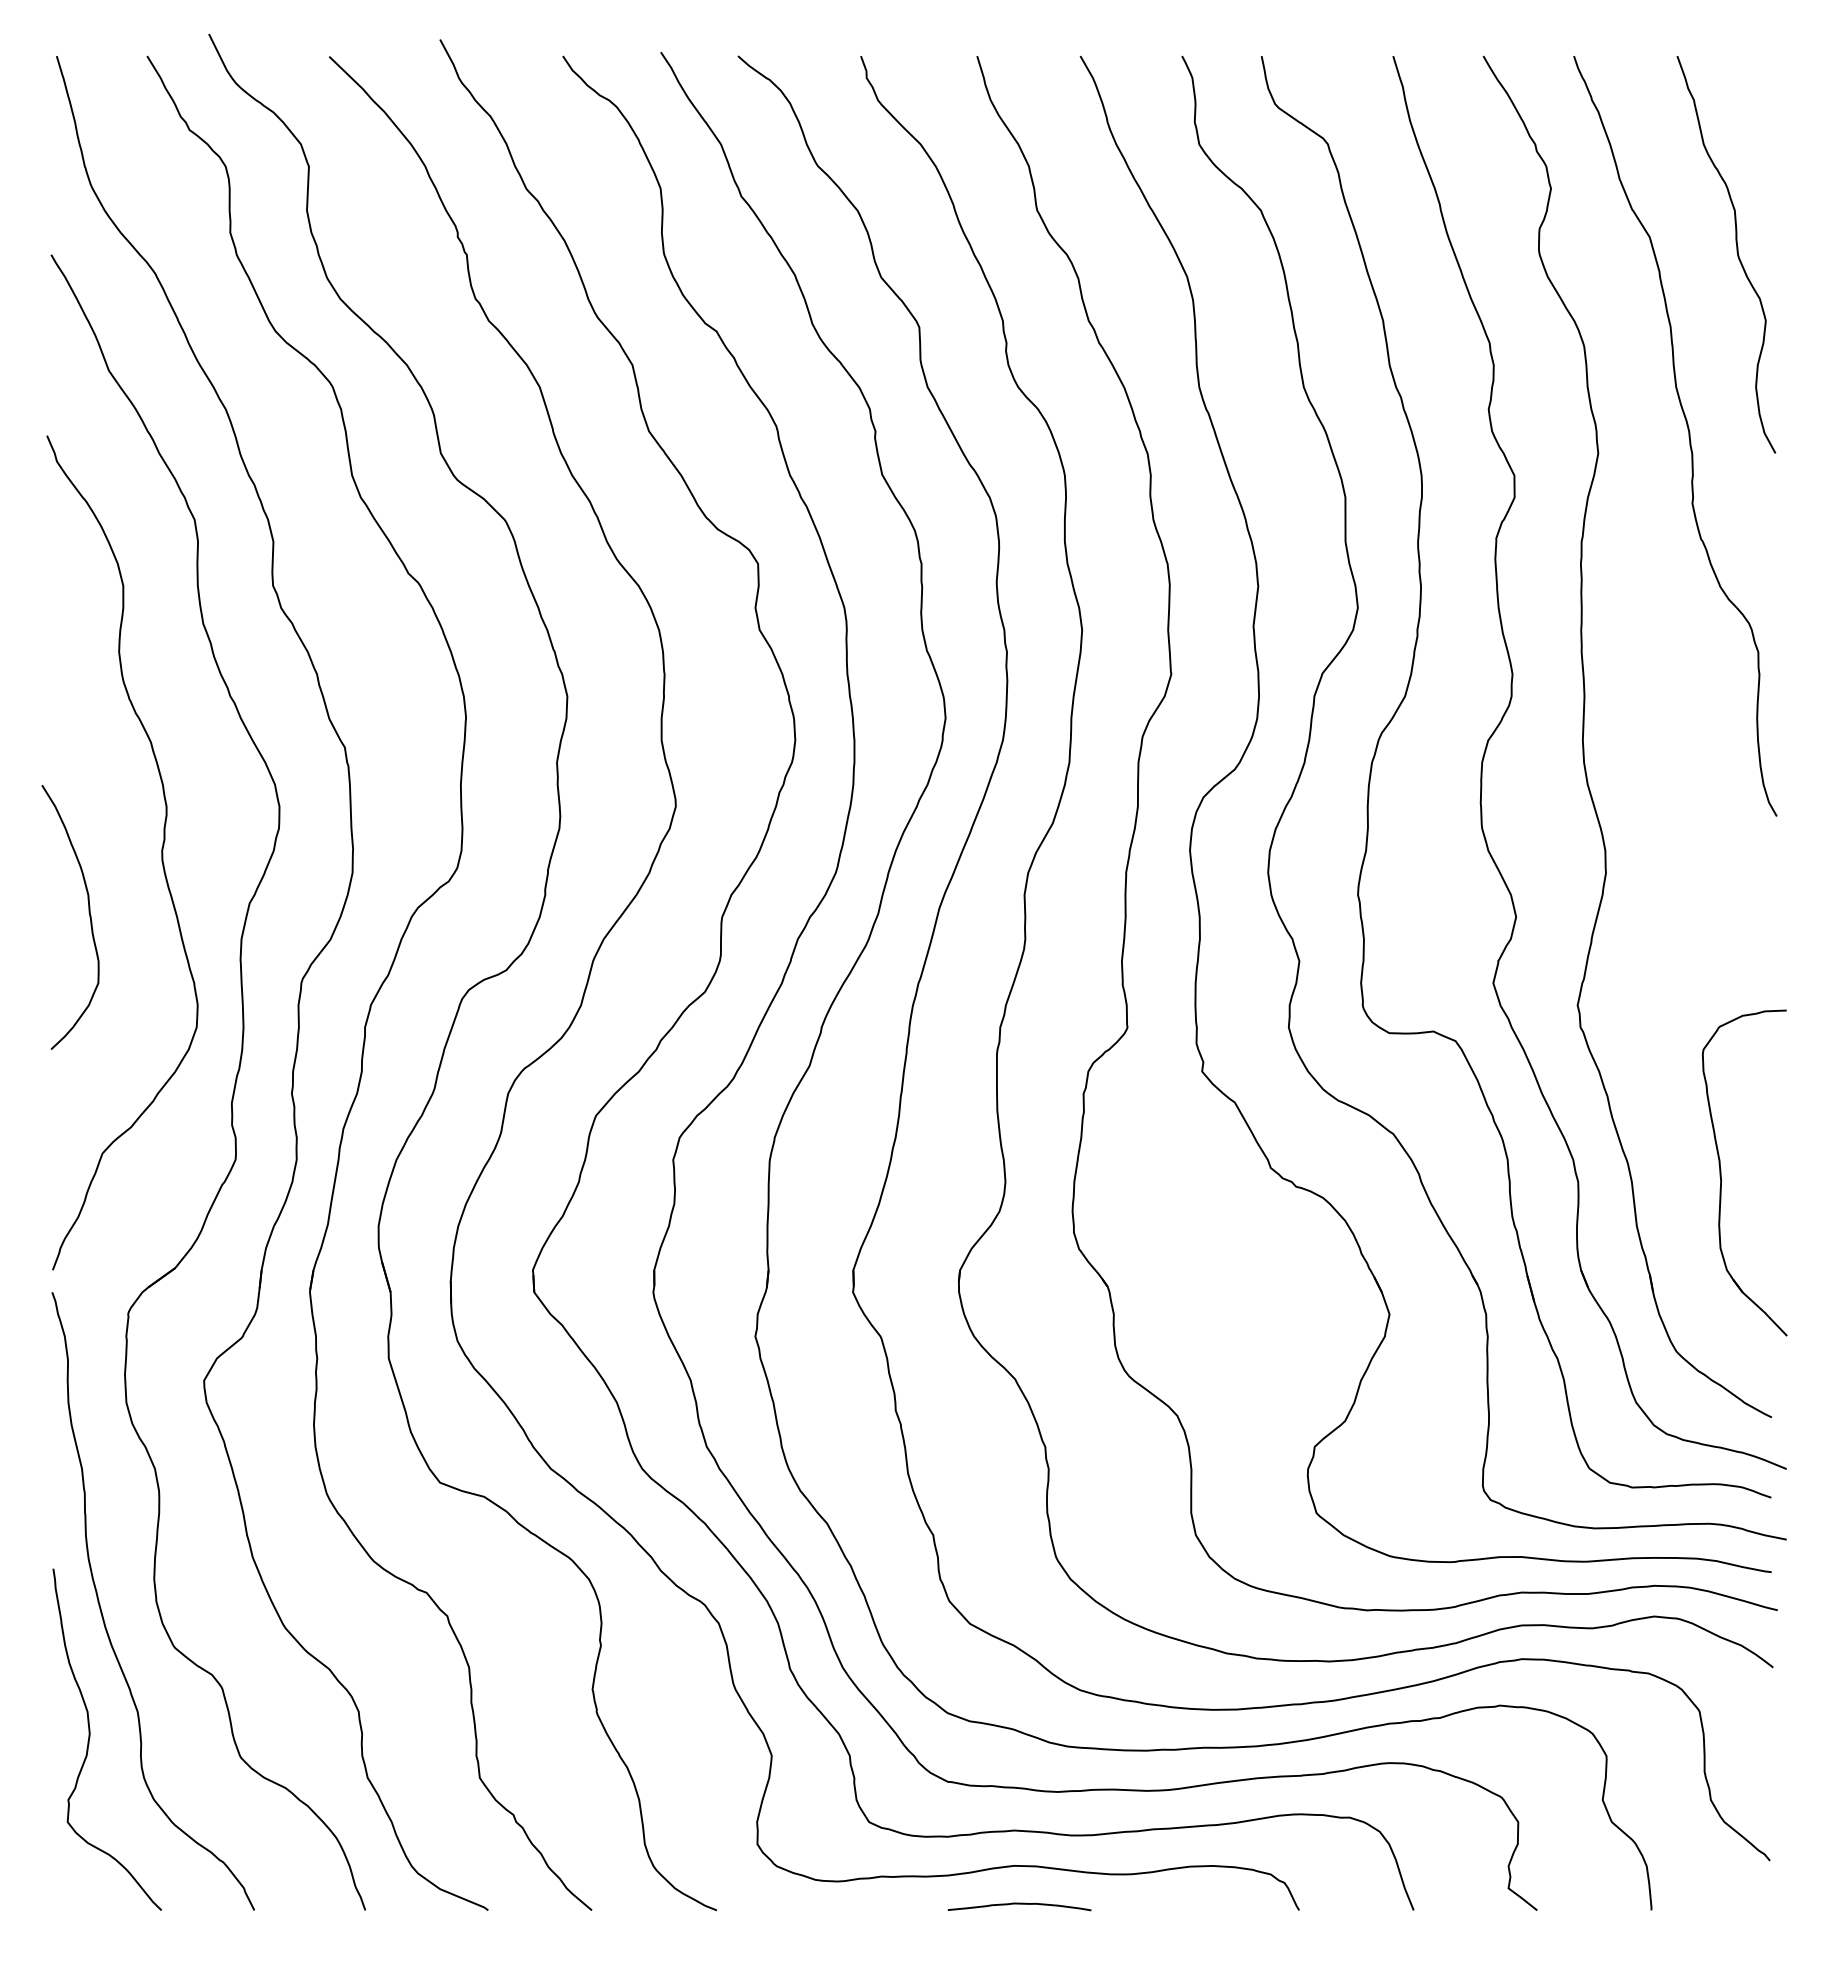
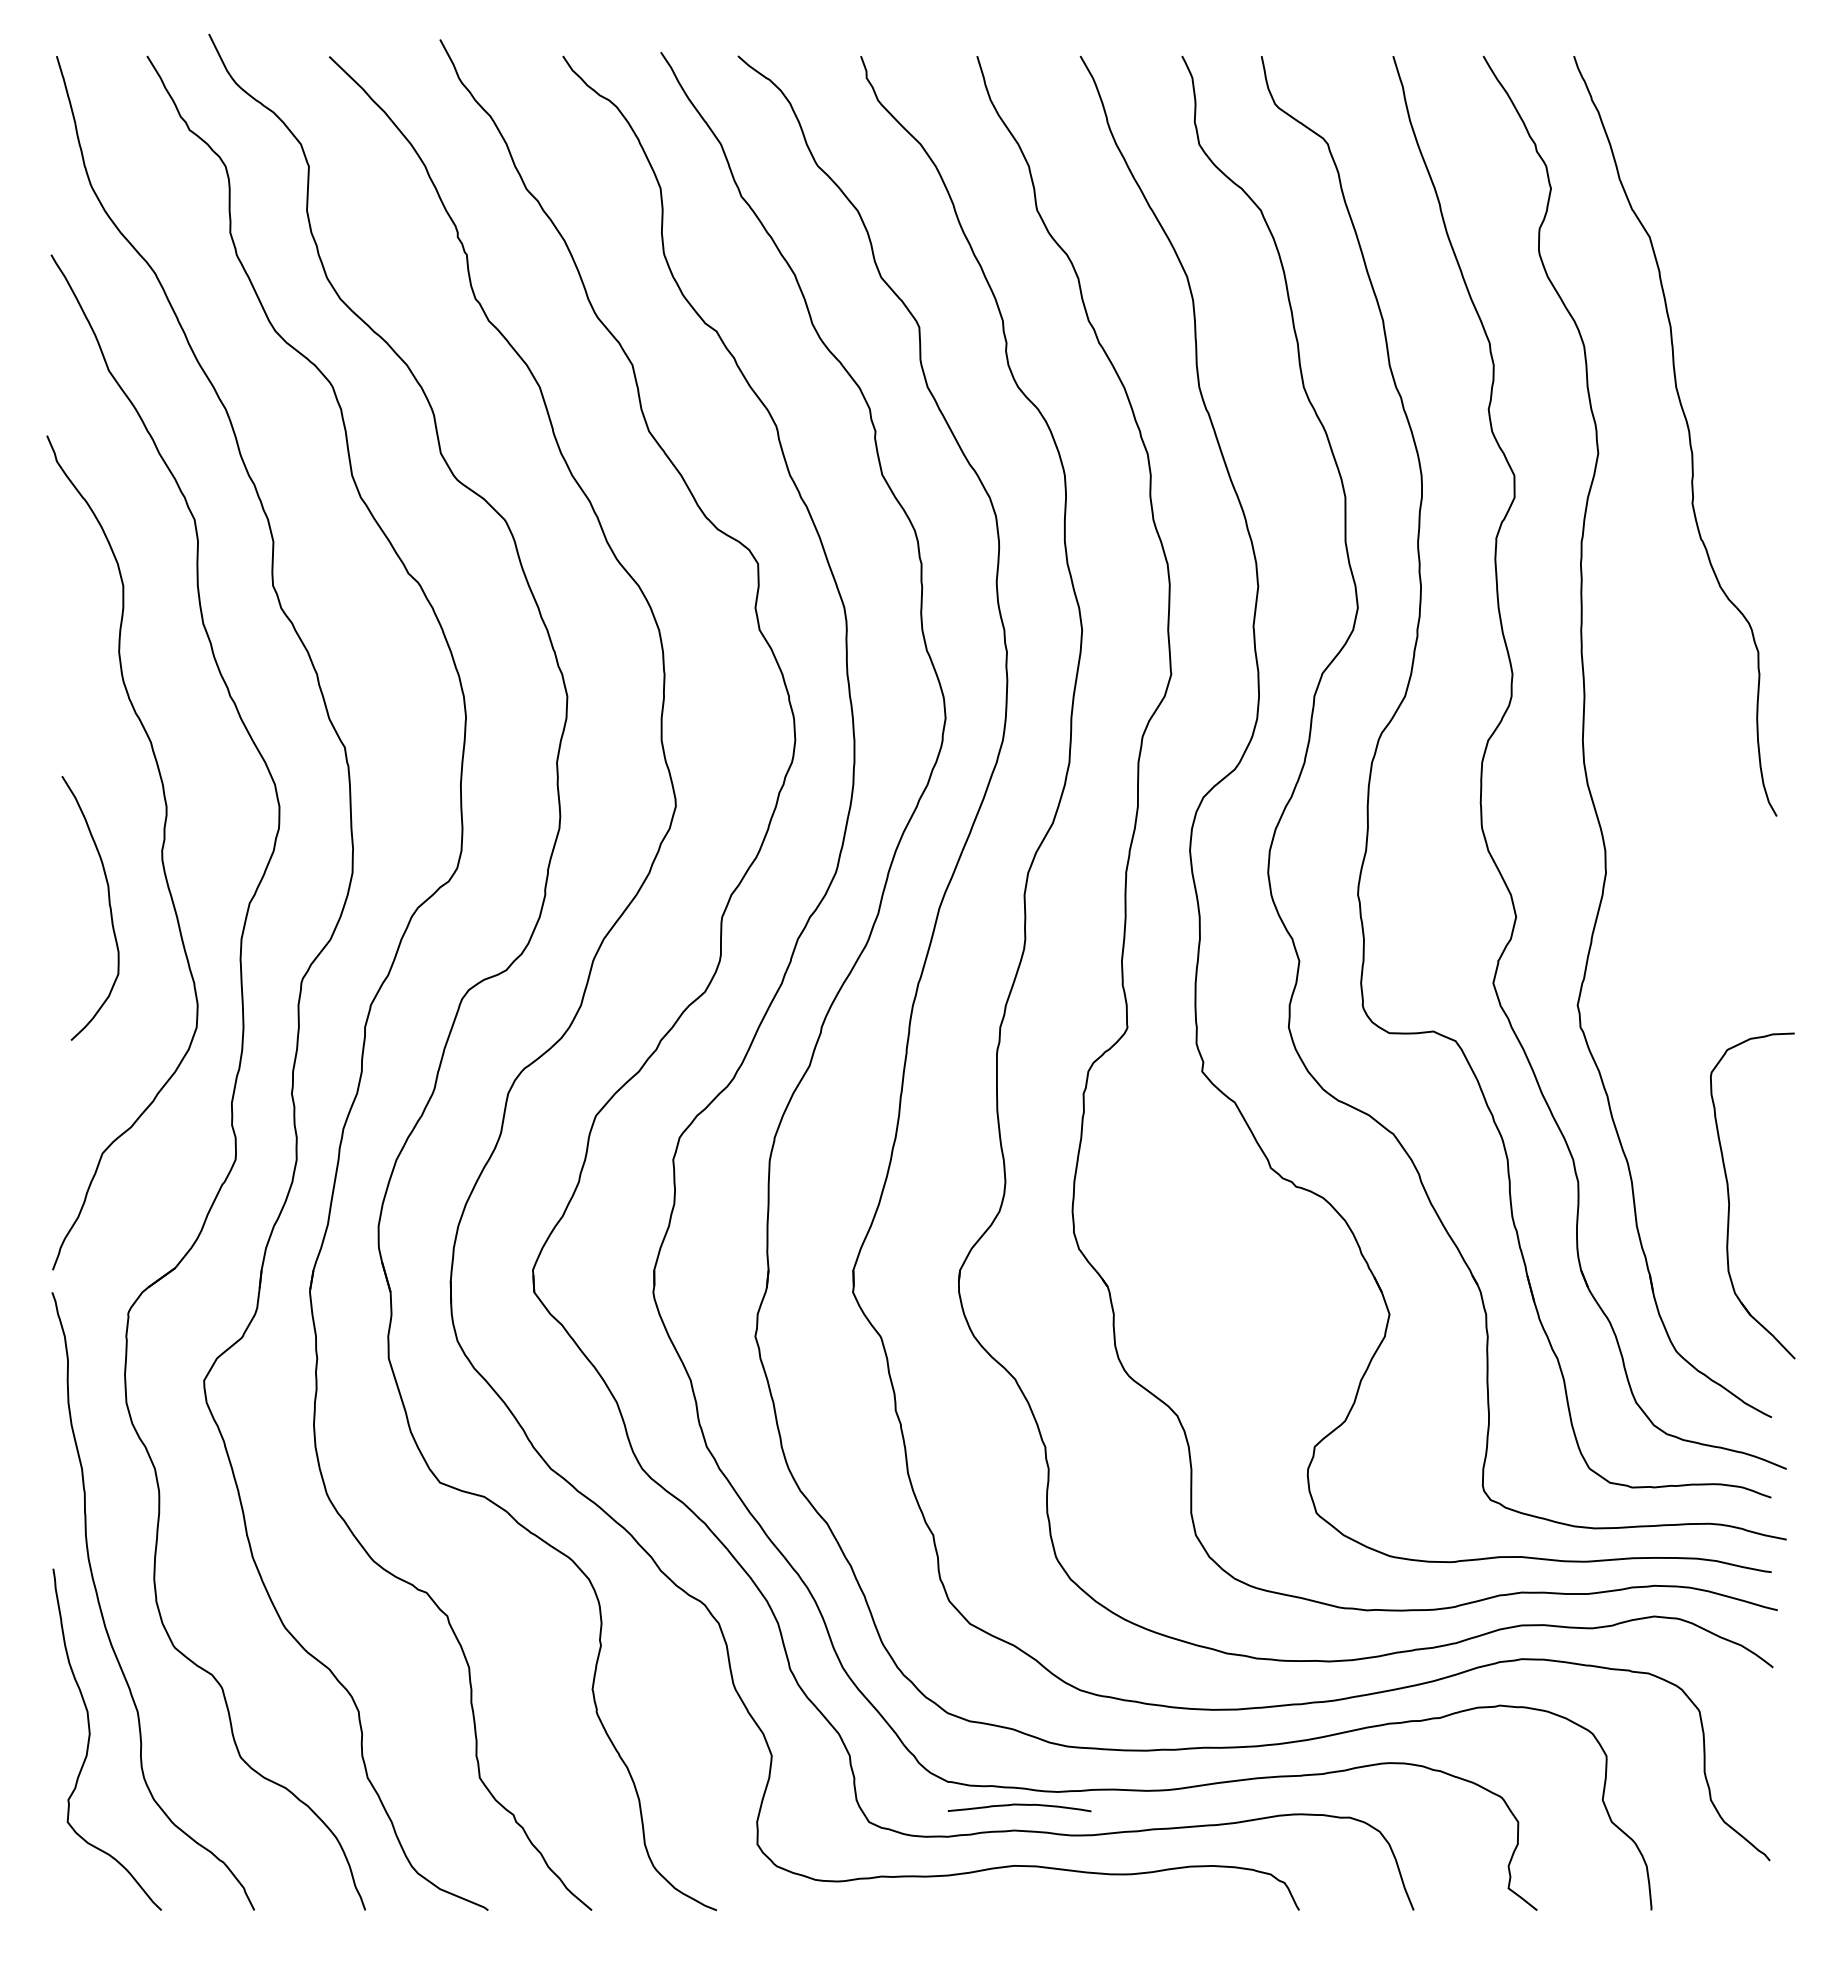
curve at (1736, 252): present -> none
curve at (88, 913) position: (88, 913) -> (108, 904)
part at (1721, 1172) position: (1721, 1172) -> (1729, 1195)
curve at (1019, 1904) position: (1019, 1904) -> (1019, 1805)
